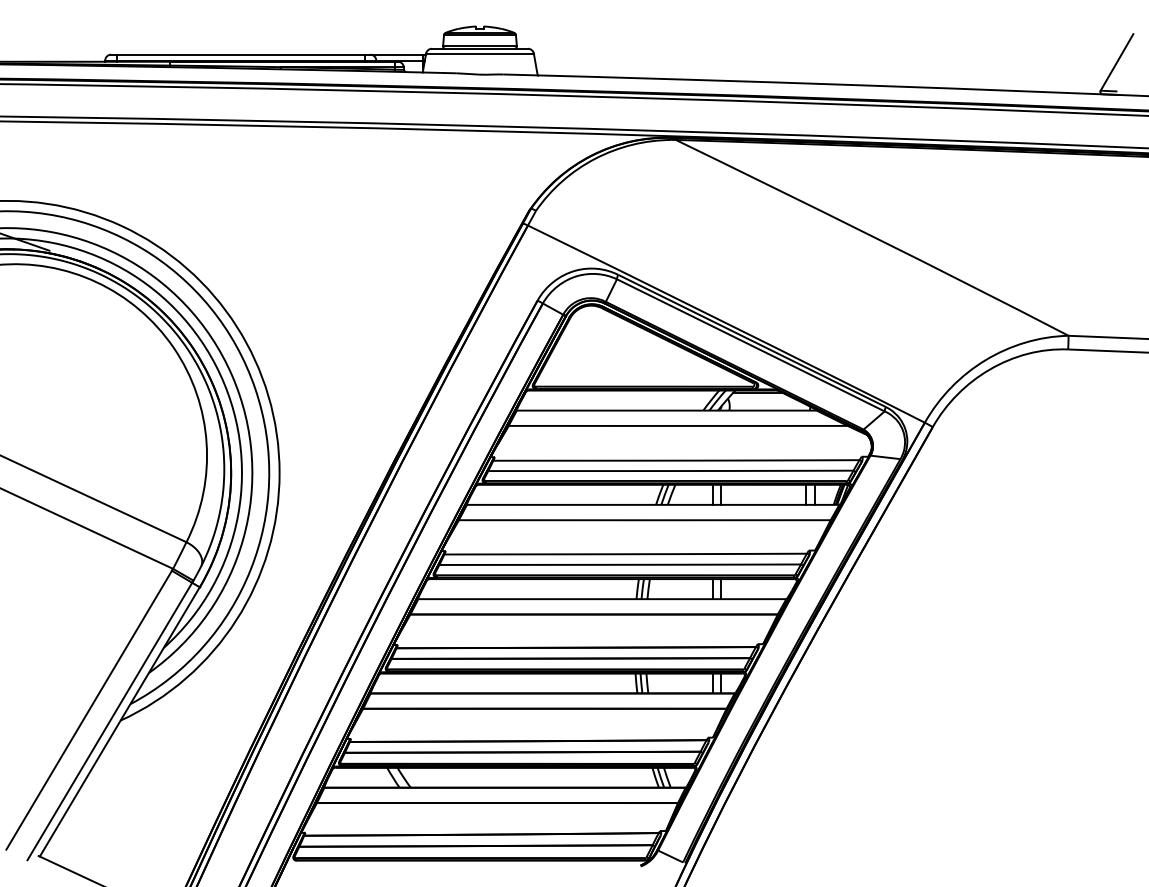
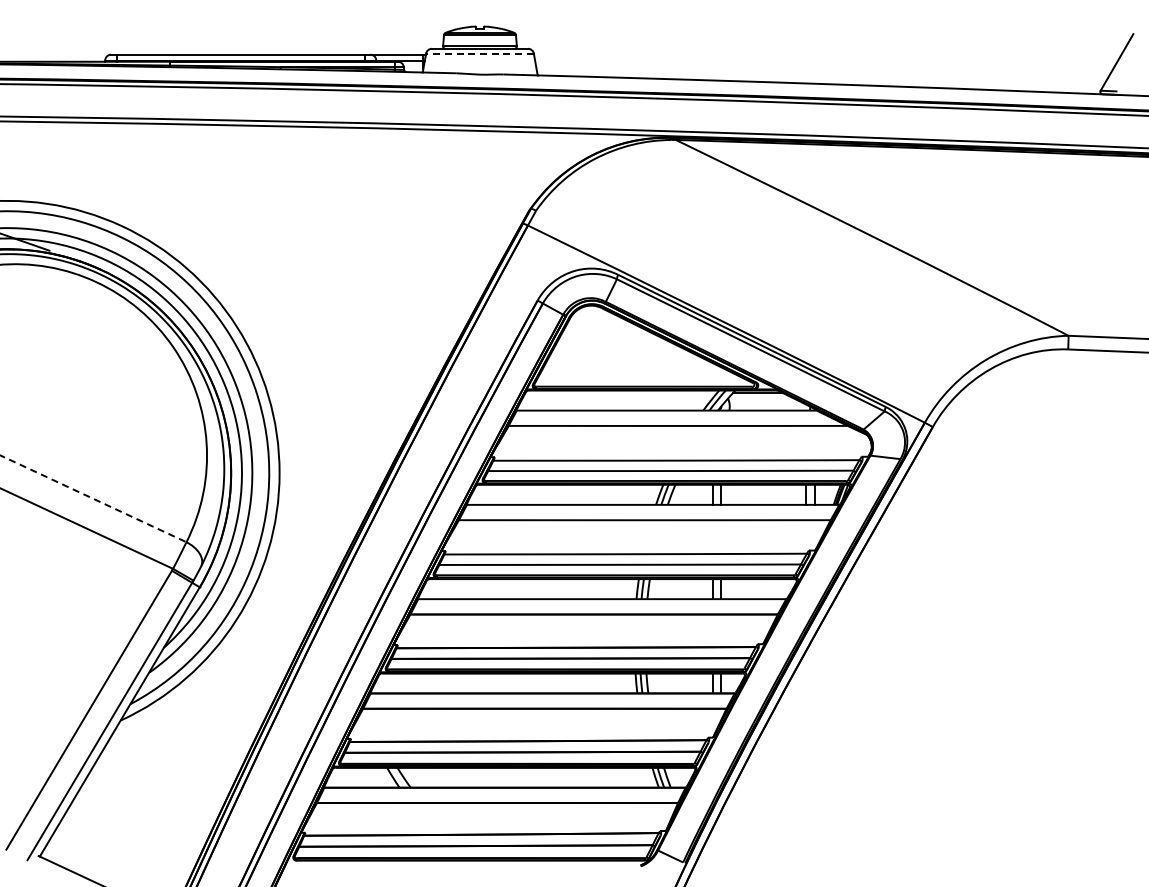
line at (479, 53): solid -> dashed
line at (93, 498): solid -> dashed
